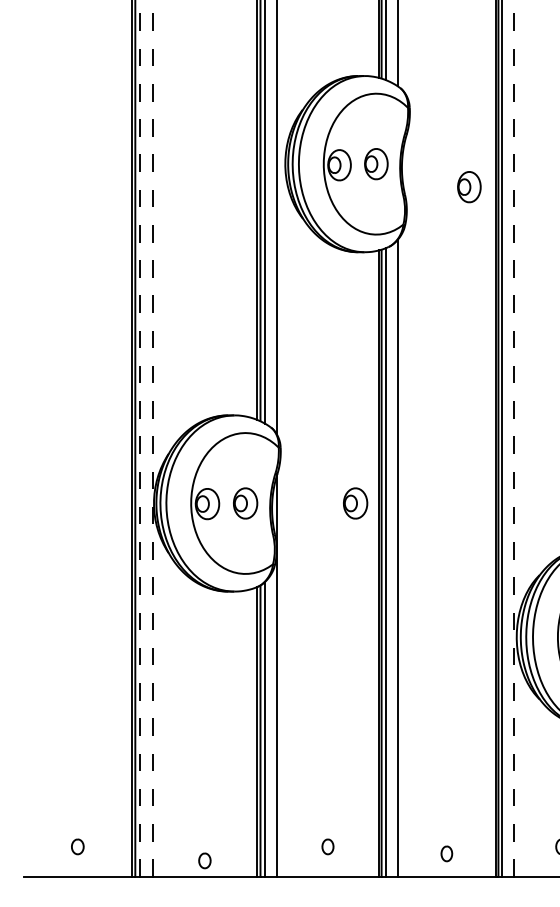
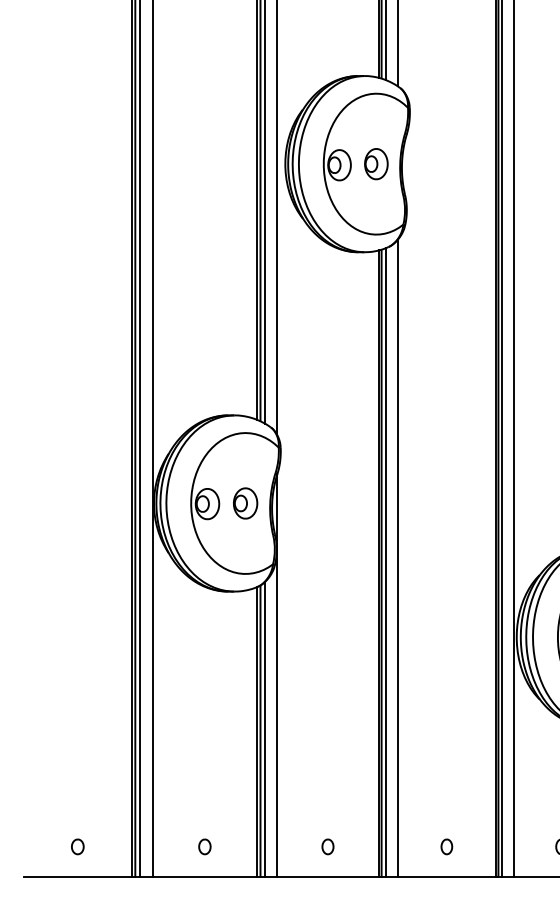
part at (469, 187): present -> none
line at (140, 438): dashed -> solid
line at (152, 439): dashed -> solid
line at (514, 439): dashed -> solid
part at (355, 503): present -> none
part at (446, 853) position: (446, 853) -> (446, 846)
part at (204, 860) position: (204, 860) -> (204, 846)
